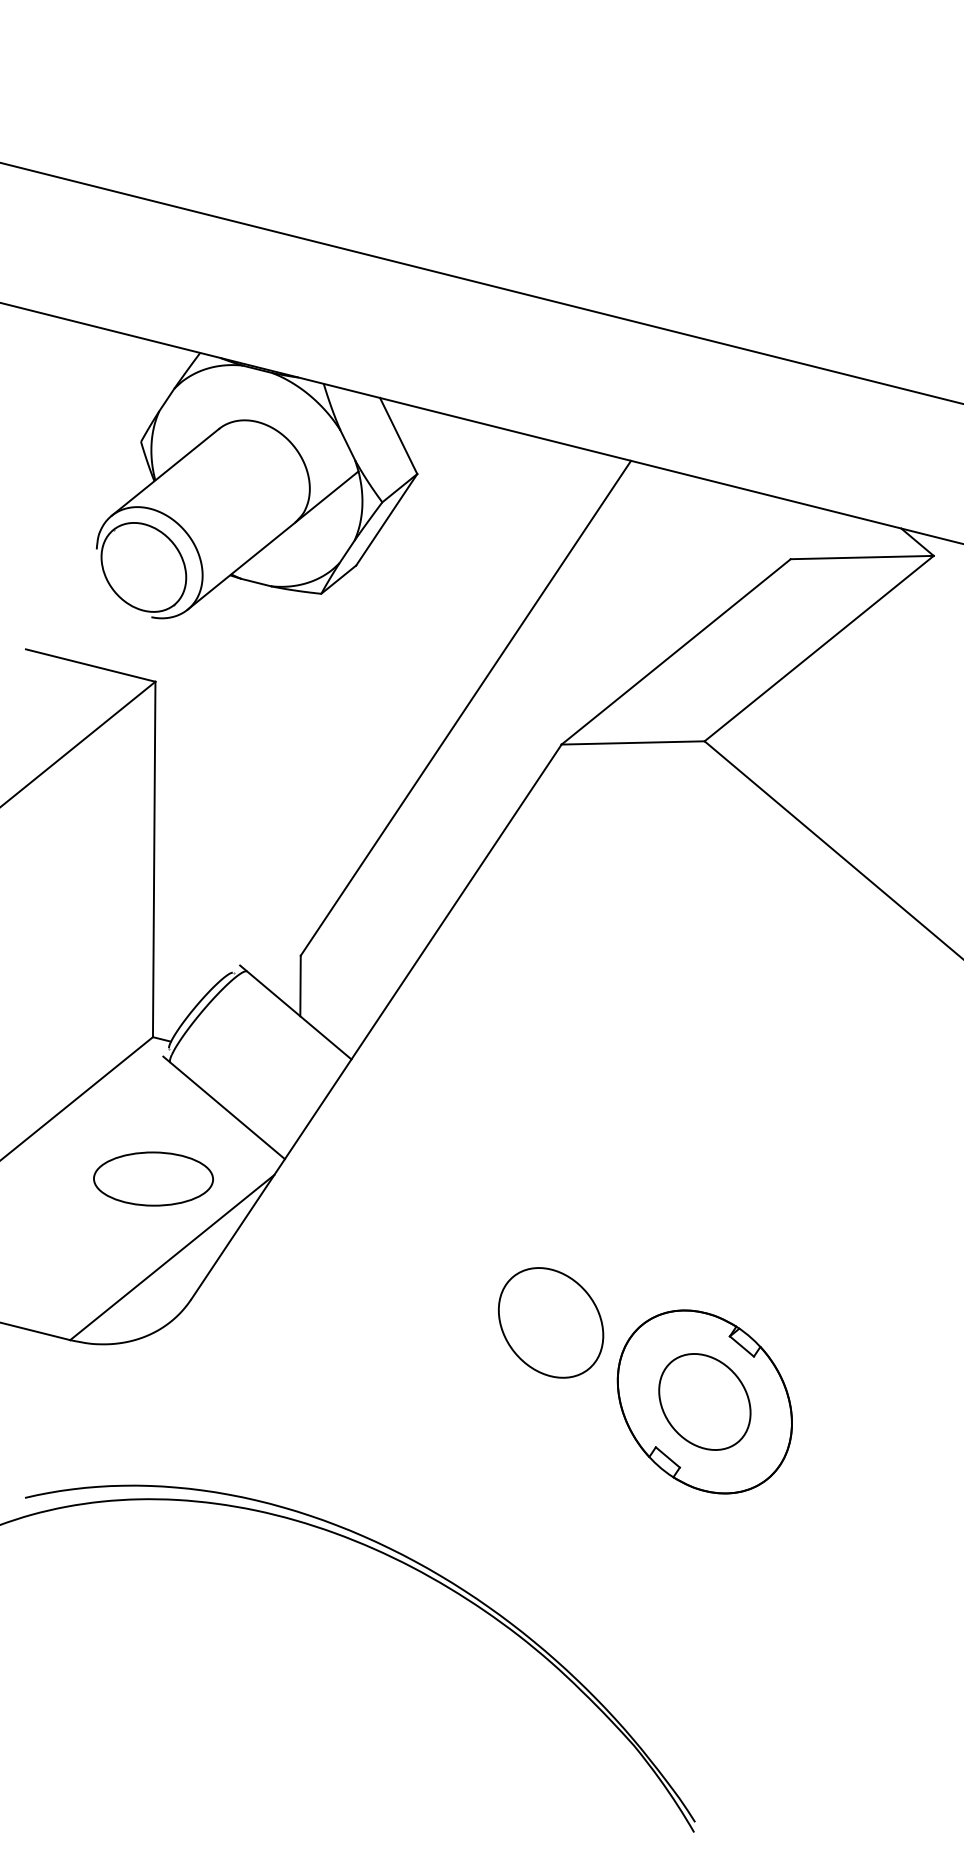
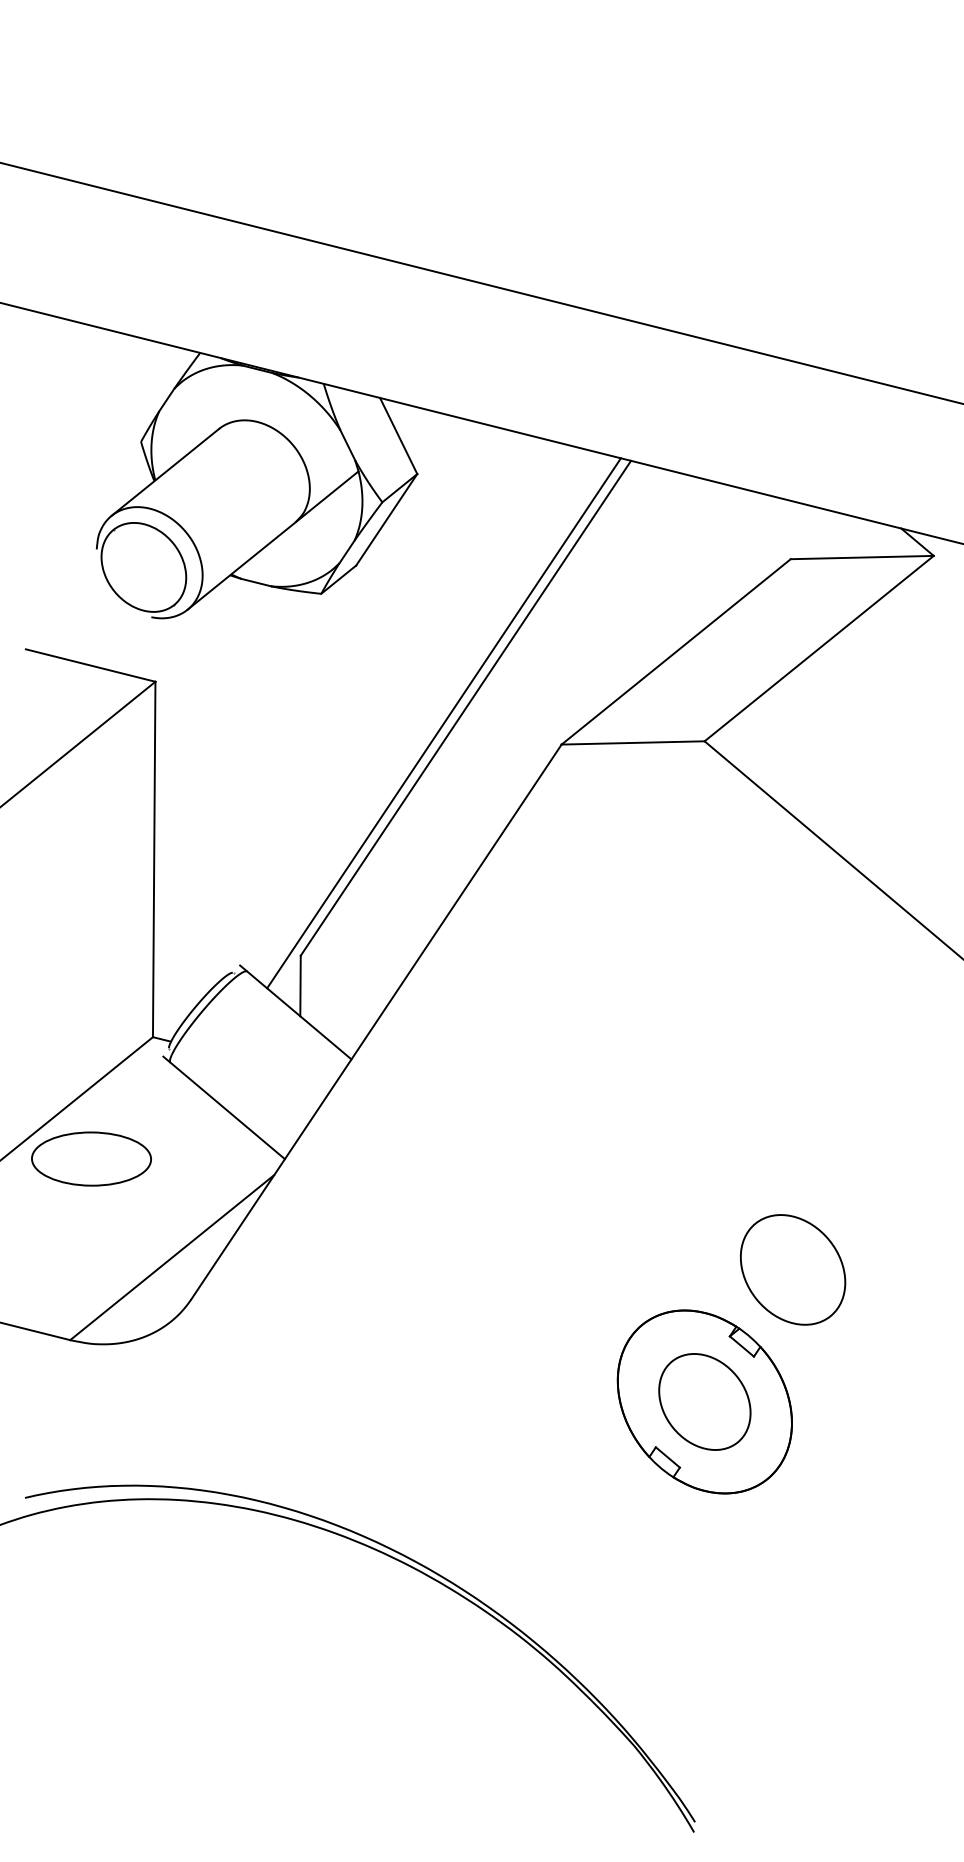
line at (443, 723): none -> present
part at (153, 1178) position: (153, 1178) -> (91, 1158)
part at (551, 1322) position: (551, 1322) -> (793, 1269)
